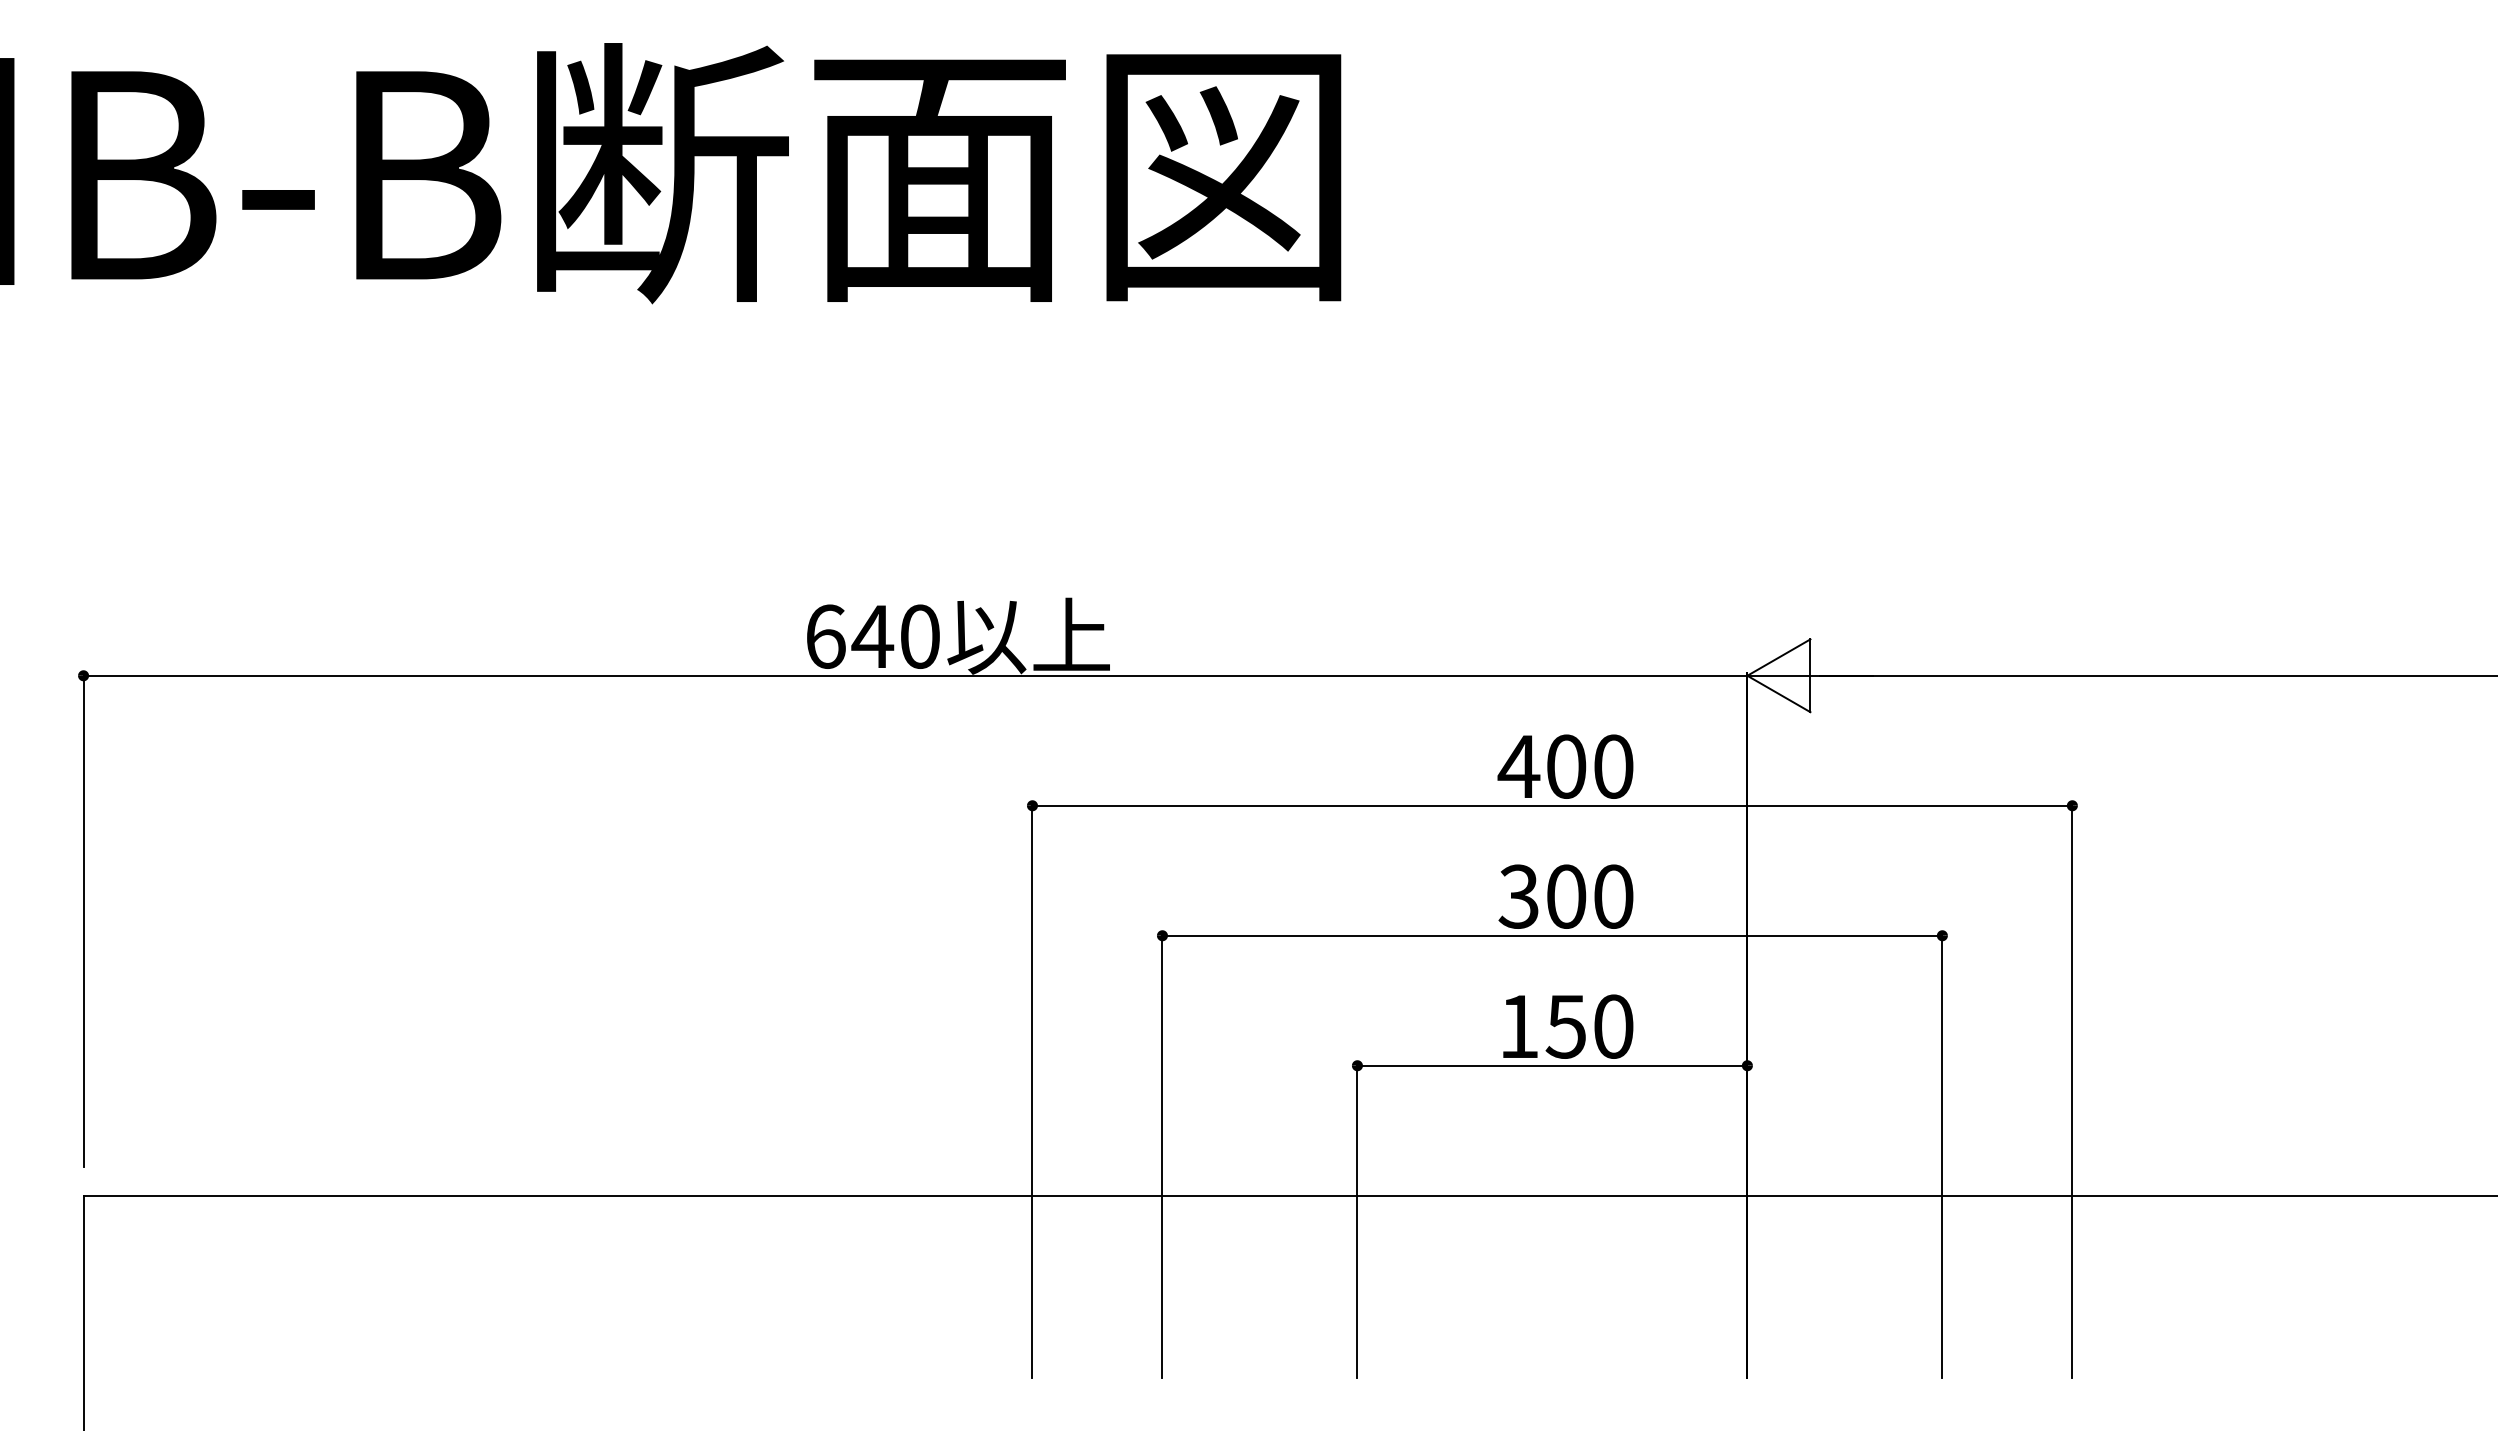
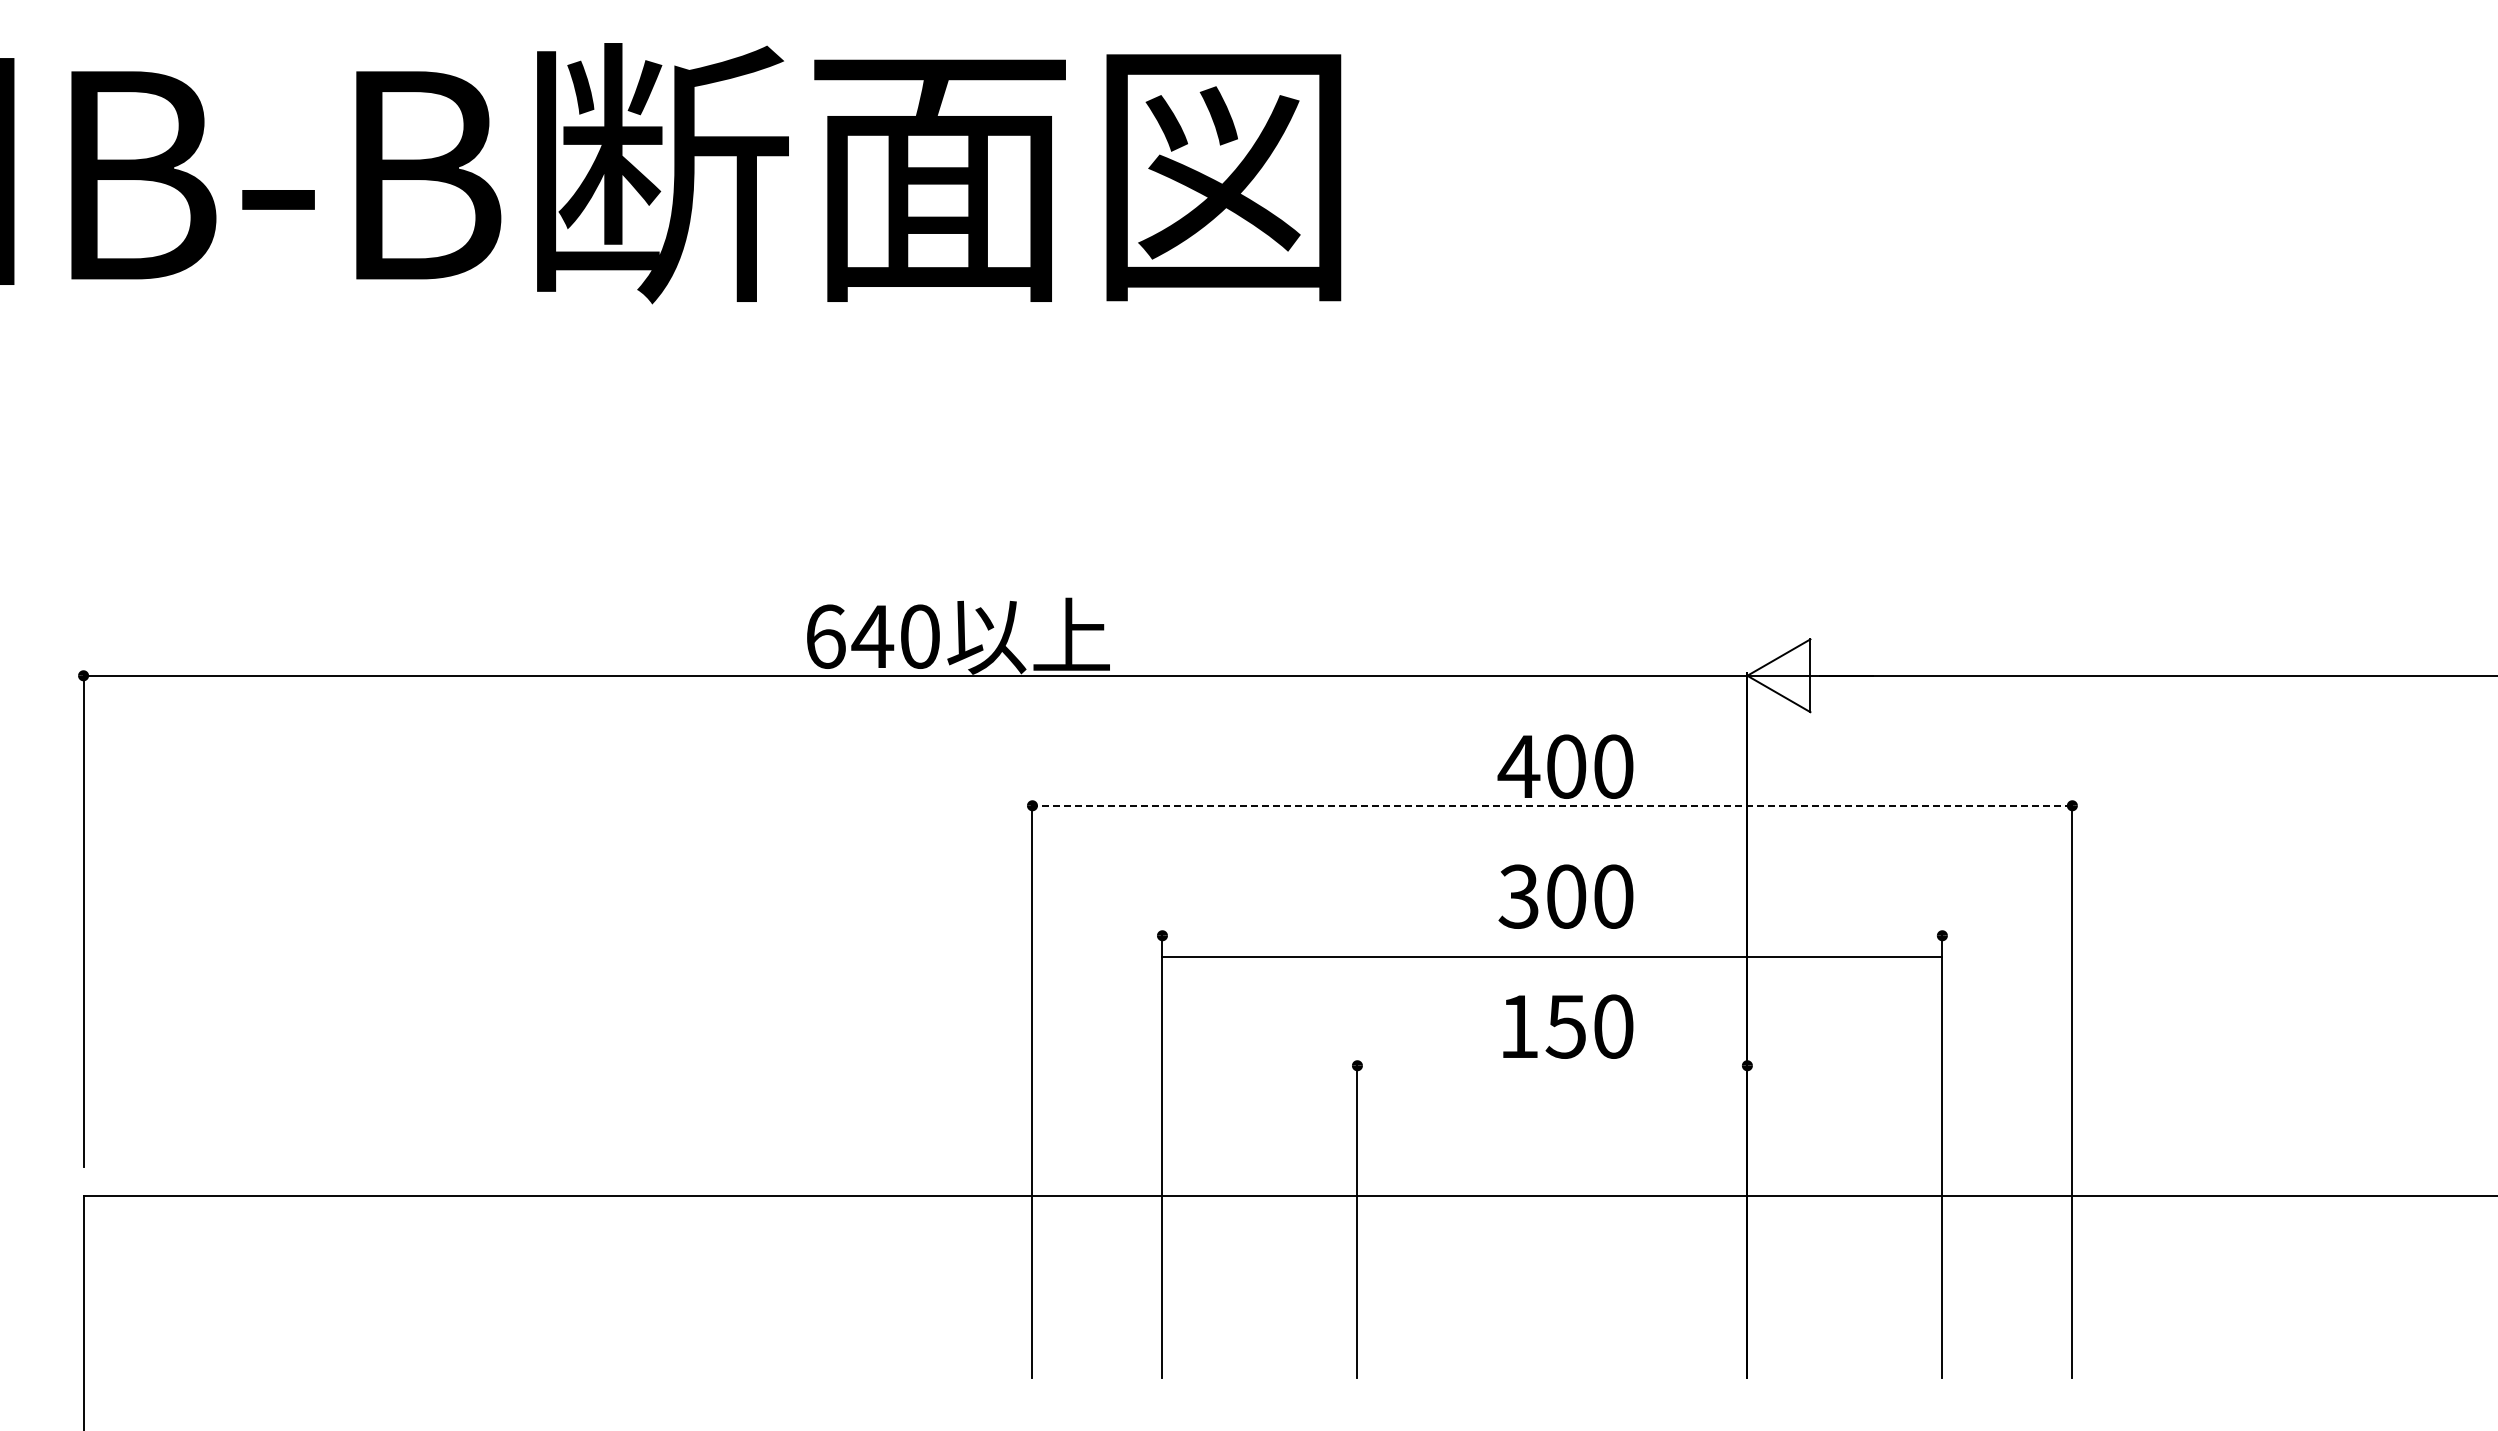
line at (1552, 805): solid -> dashed
line at (1552, 935) position: (1552, 935) -> (1552, 956)
line at (1552, 1065): present -> none
